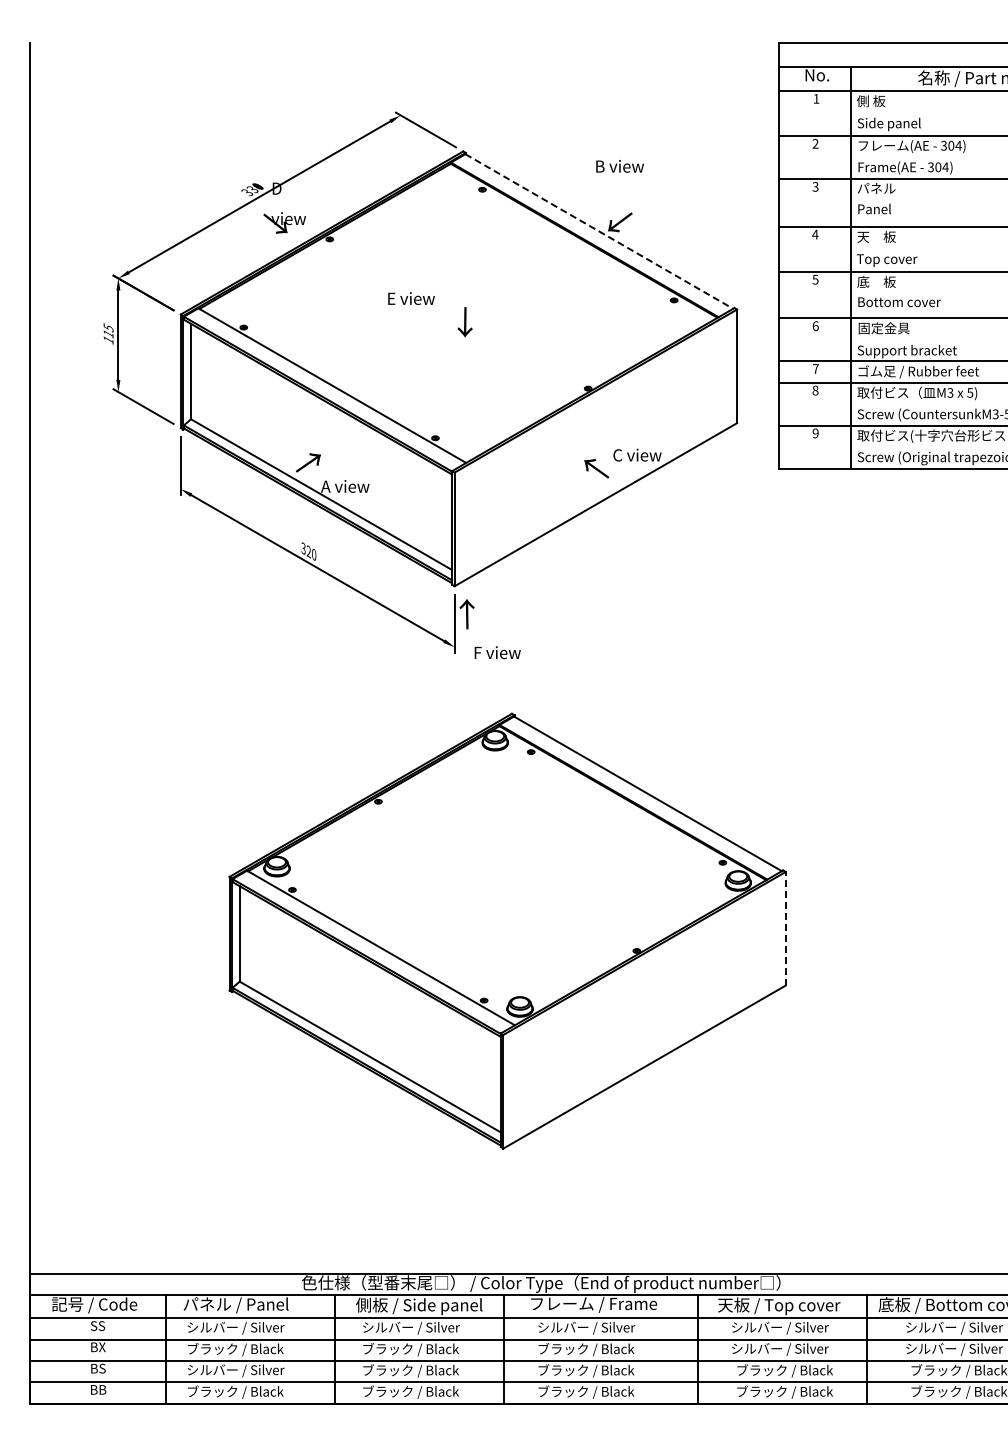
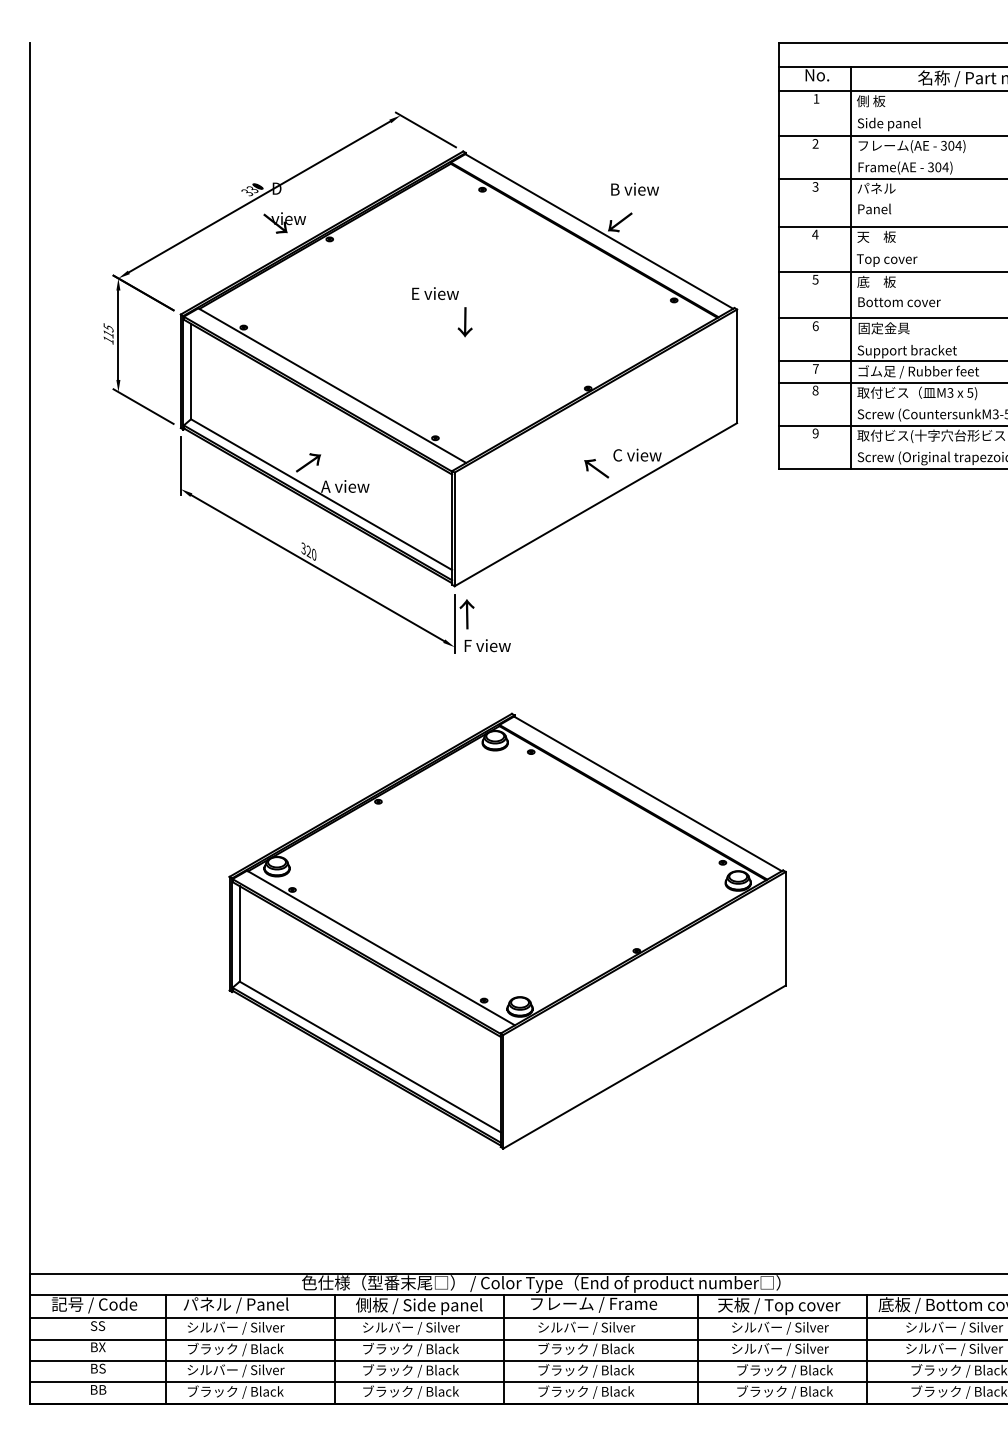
text at (619, 166) position: (619, 166) -> (634, 189)
line at (599, 231): dashed -> solid
text at (411, 298) position: (411, 298) -> (435, 293)
text at (497, 652) position: (497, 652) -> (487, 645)
line at (785, 928): dashed -> solid
